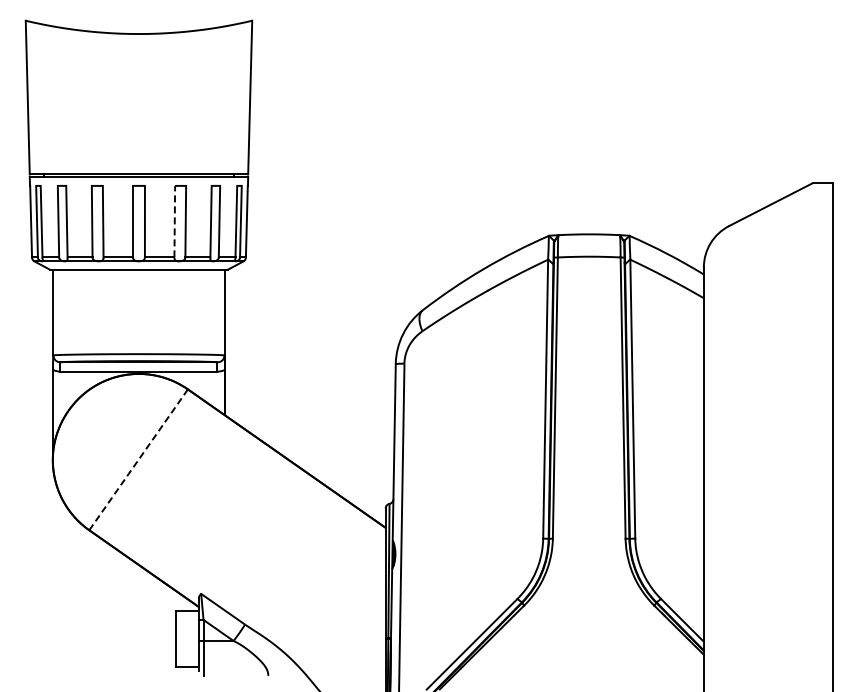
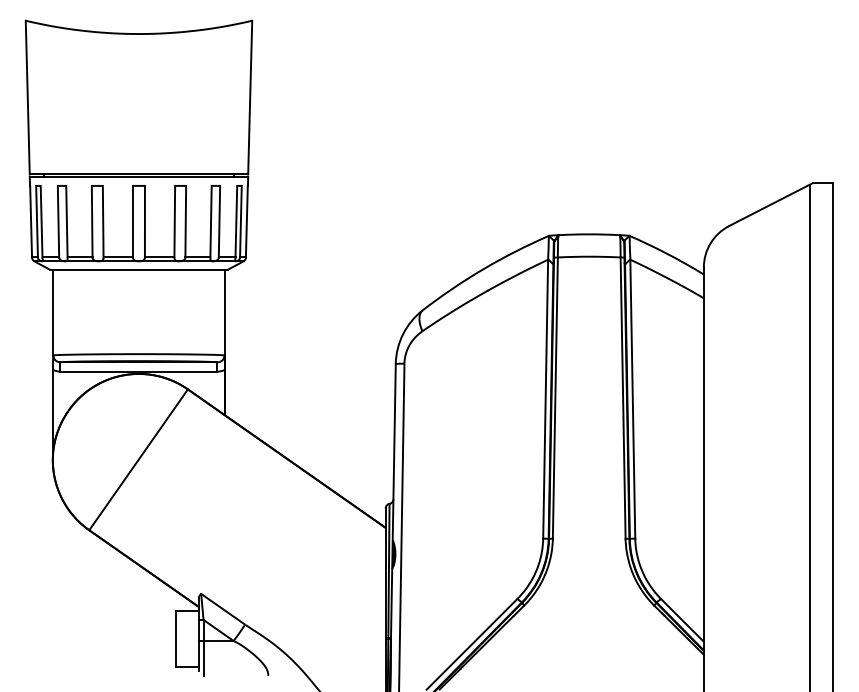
line at (174, 221): dashed -> solid
line at (810, 436): none -> present
line at (138, 459): dashed -> solid
